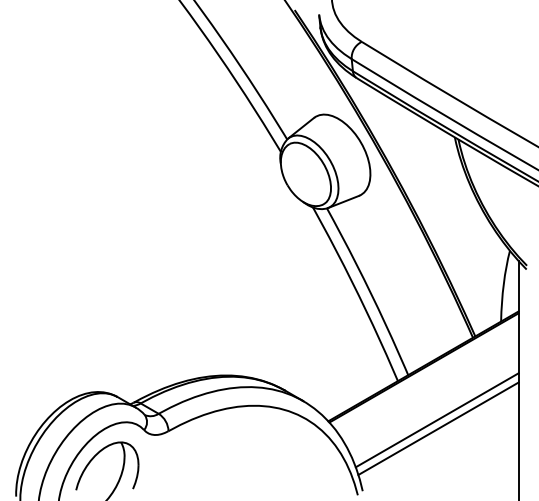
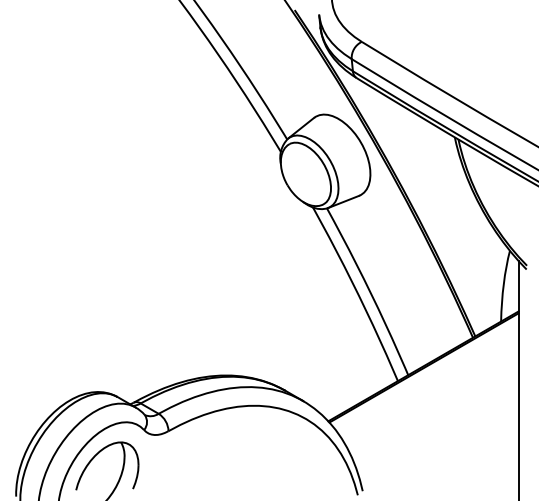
line at (436, 420): present -> none
line at (438, 428): present -> none
